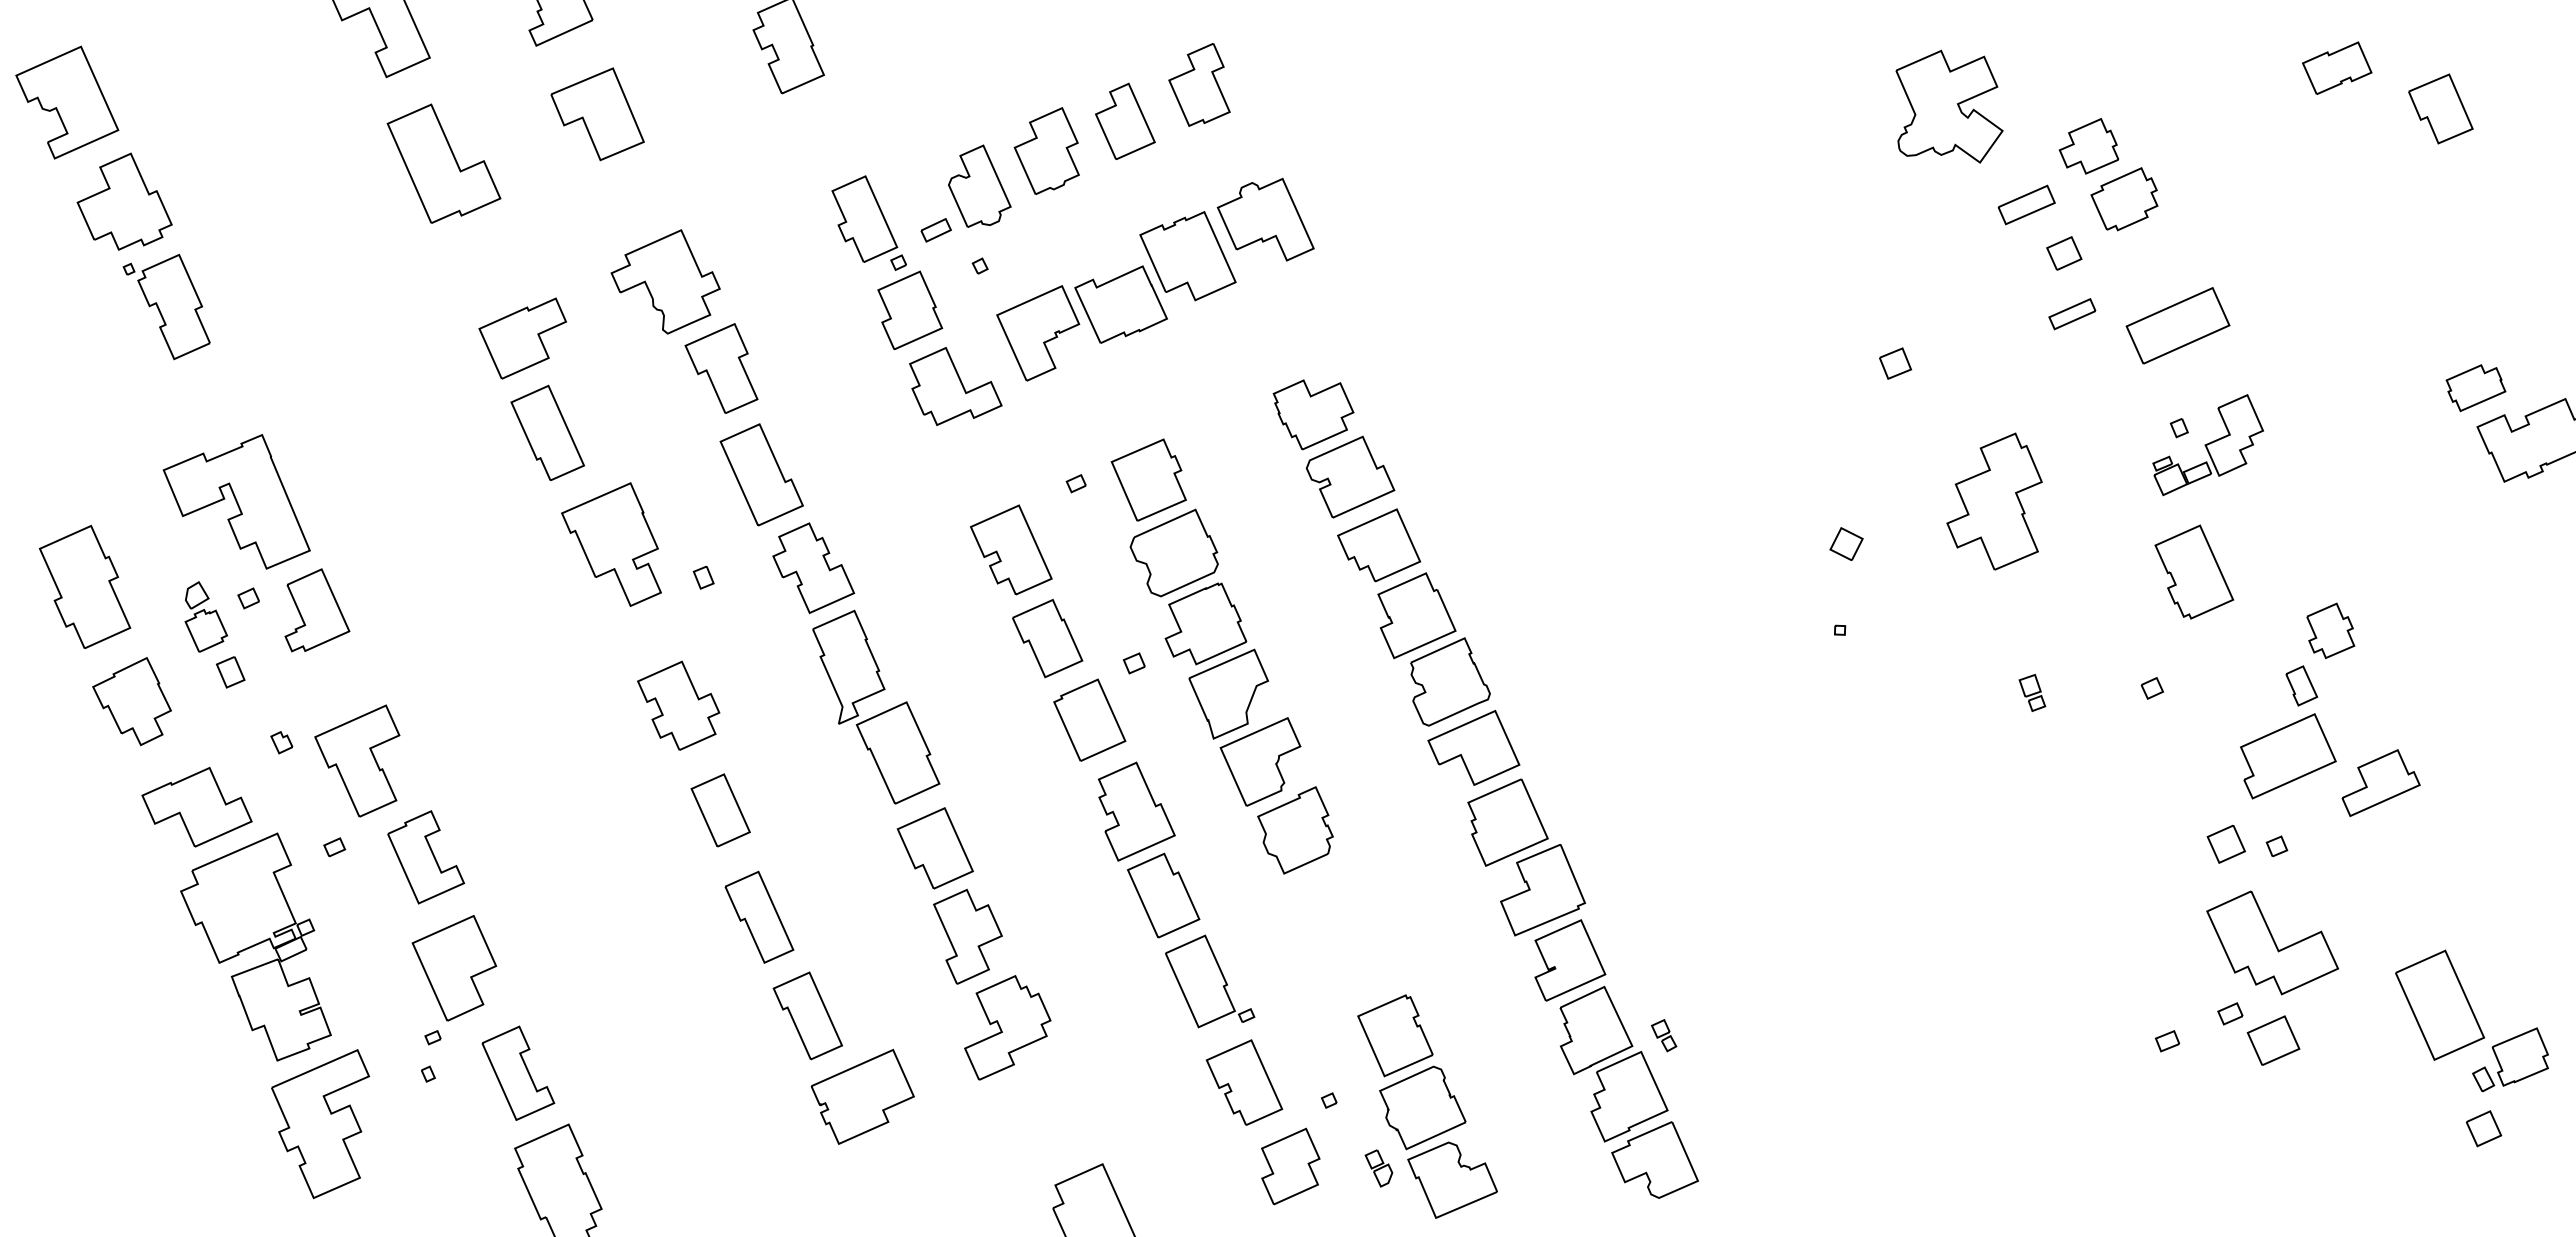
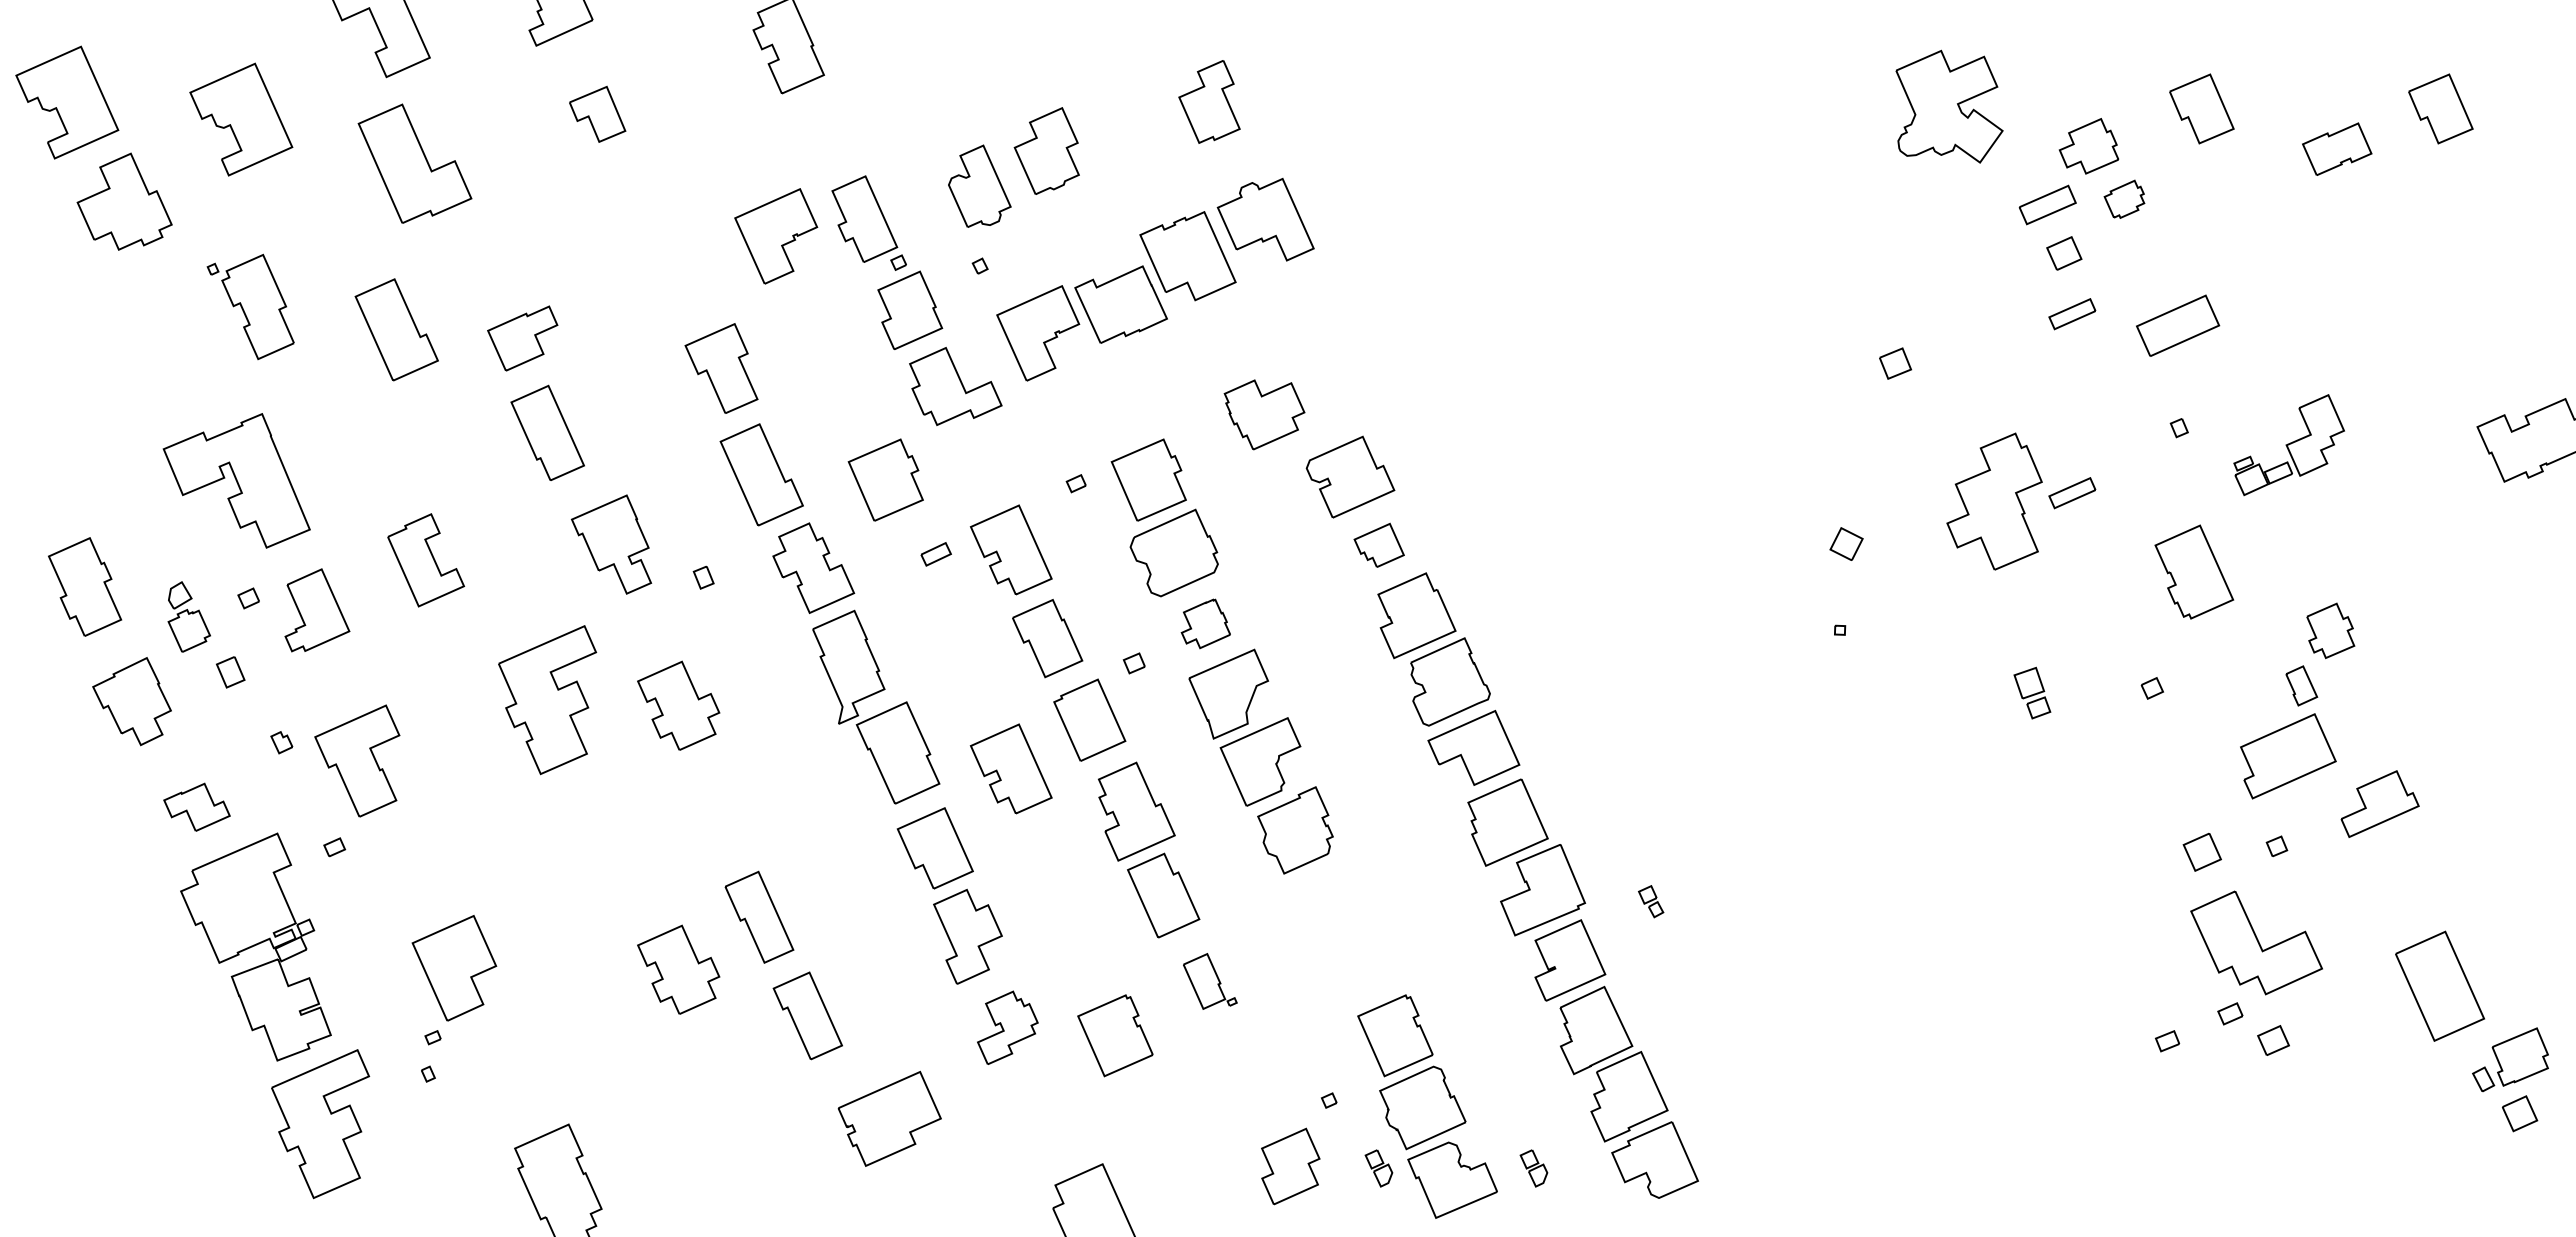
part at (2337, 67) position: (2337, 67) -> (2337, 148)
part at (1199, 84) position: (1199, 84) -> (1209, 101)
part at (2201, 108): none -> present
part at (597, 114) size: 95x95 px -> 58x58 px
part at (241, 119): none -> present
part at (1125, 121): present -> none
part at (443, 163) position: (443, 163) -> (414, 163)
part at (2124, 199) size: 69x65 px -> 43x40 px
part at (2026, 204) position: (2026, 204) -> (2047, 204)
part at (935, 230) position: (935, 230) -> (935, 554)
part at (776, 236): none -> present
part at (665, 281): present -> none
part at (166, 306) position: (166, 306) -> (250, 306)
part at (2177, 325) size: 106x78 px -> 85x63 px
part at (396, 329): none -> present
part at (522, 338) size: 89x83 px -> 72x67 px
part at (2475, 388): present -> none
part at (1313, 414) position: (1313, 414) -> (1264, 414)
part at (2207, 445) position: (2207, 445) -> (2288, 445)
part at (885, 479): none -> present
part at (2072, 493): none -> present
part at (236, 501) position: (236, 501) -> (236, 480)
part at (611, 544) size: 101x125 px -> 83x101 px
part at (1379, 545) size: 85x75 px -> 52x46 px
part at (84, 586) size: 94x126 px -> 75x100 px
part at (205, 616) position: (205, 616) -> (188, 616)
part at (1205, 623) size: 84x84 px -> 51x52 px
part at (2032, 692) size: 29x39 px -> 39x54 px
part at (547, 700): none -> present
part at (1010, 768): none -> present
part at (2380, 782) position: (2380, 782) -> (2379, 803)
part at (196, 807) size: 112x81 px -> 68x50 px
part at (720, 810): present -> none
part at (2225, 843) position: (2225, 843) -> (2201, 851)
part at (426, 857) position: (426, 857) -> (426, 560)
part at (2272, 942) position: (2272, 942) -> (2256, 942)
part at (678, 969): none -> present
part at (1210, 981) size: 91x95 px -> 55x57 px
part at (2439, 1004) position: (2439, 1004) -> (2439, 985)
part at (1007, 1027) size: 88x106 px -> 62x75 px
part at (1115, 1035): none -> present
part at (1664, 1035) position: (1664, 1035) -> (1651, 901)
part at (2273, 1040) size: 55x51 px -> 33x31 px
part at (518, 1072): present -> none
part at (1244, 1082): present -> none
part at (862, 1096) position: (862, 1096) -> (889, 1118)
part at (2484, 1128) position: (2484, 1128) -> (2520, 1113)
part at (1533, 1168): none -> present
